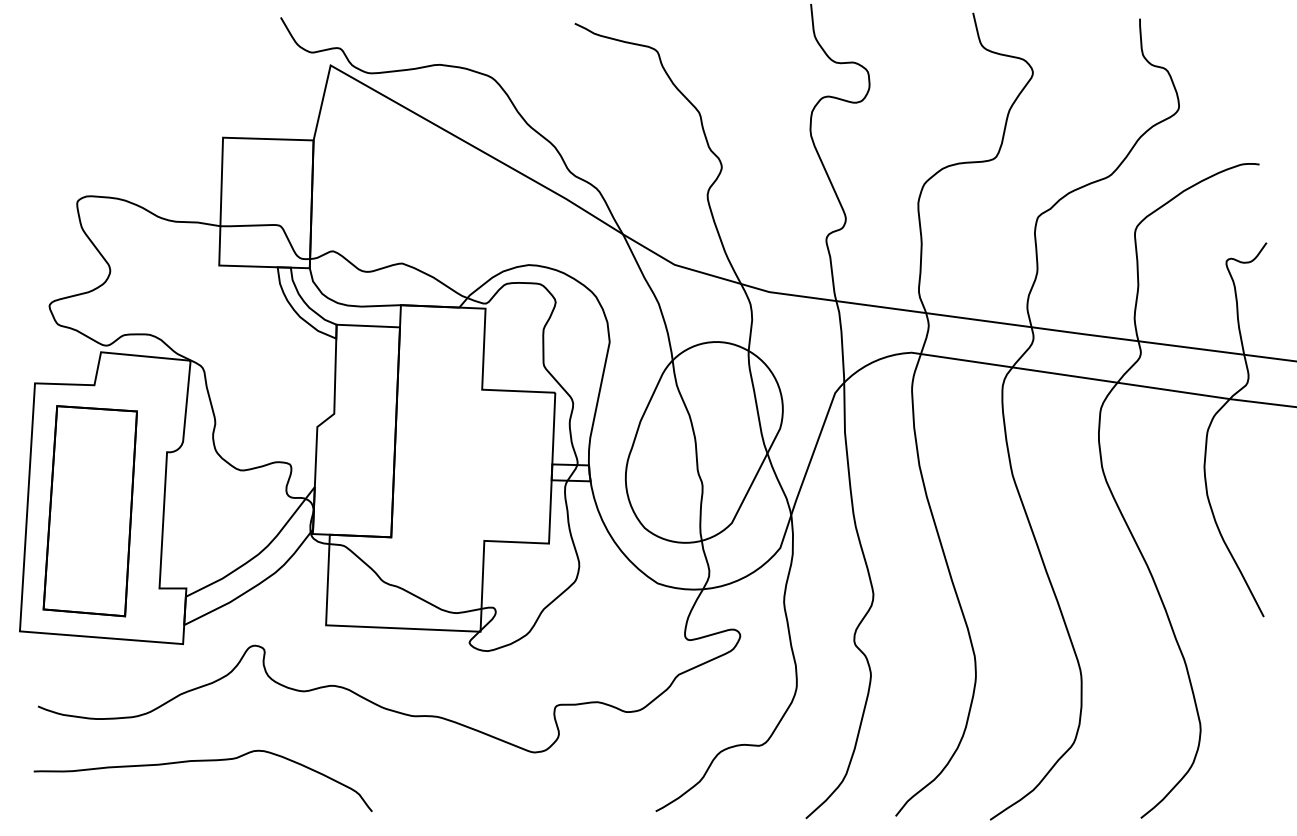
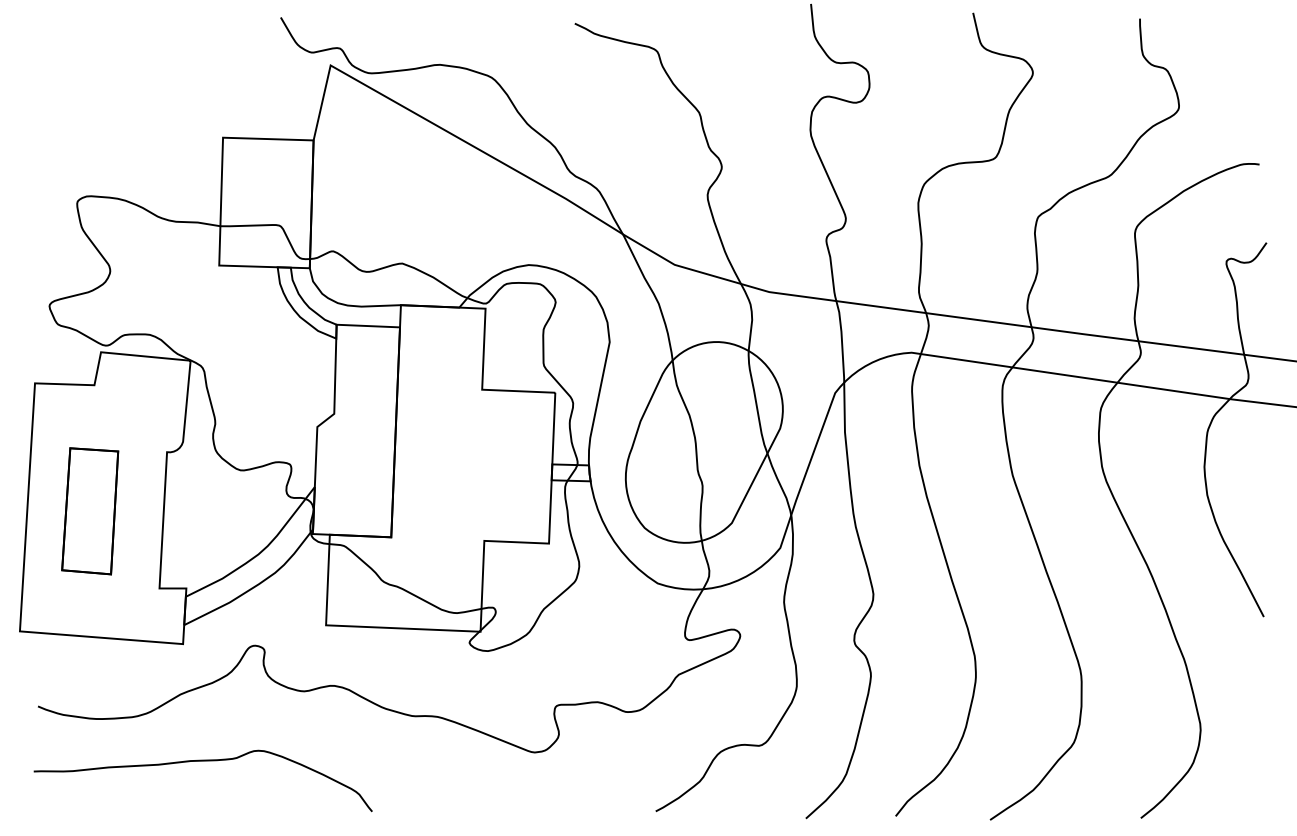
part at (89, 511) size: 96x213 px -> 59x129 px
